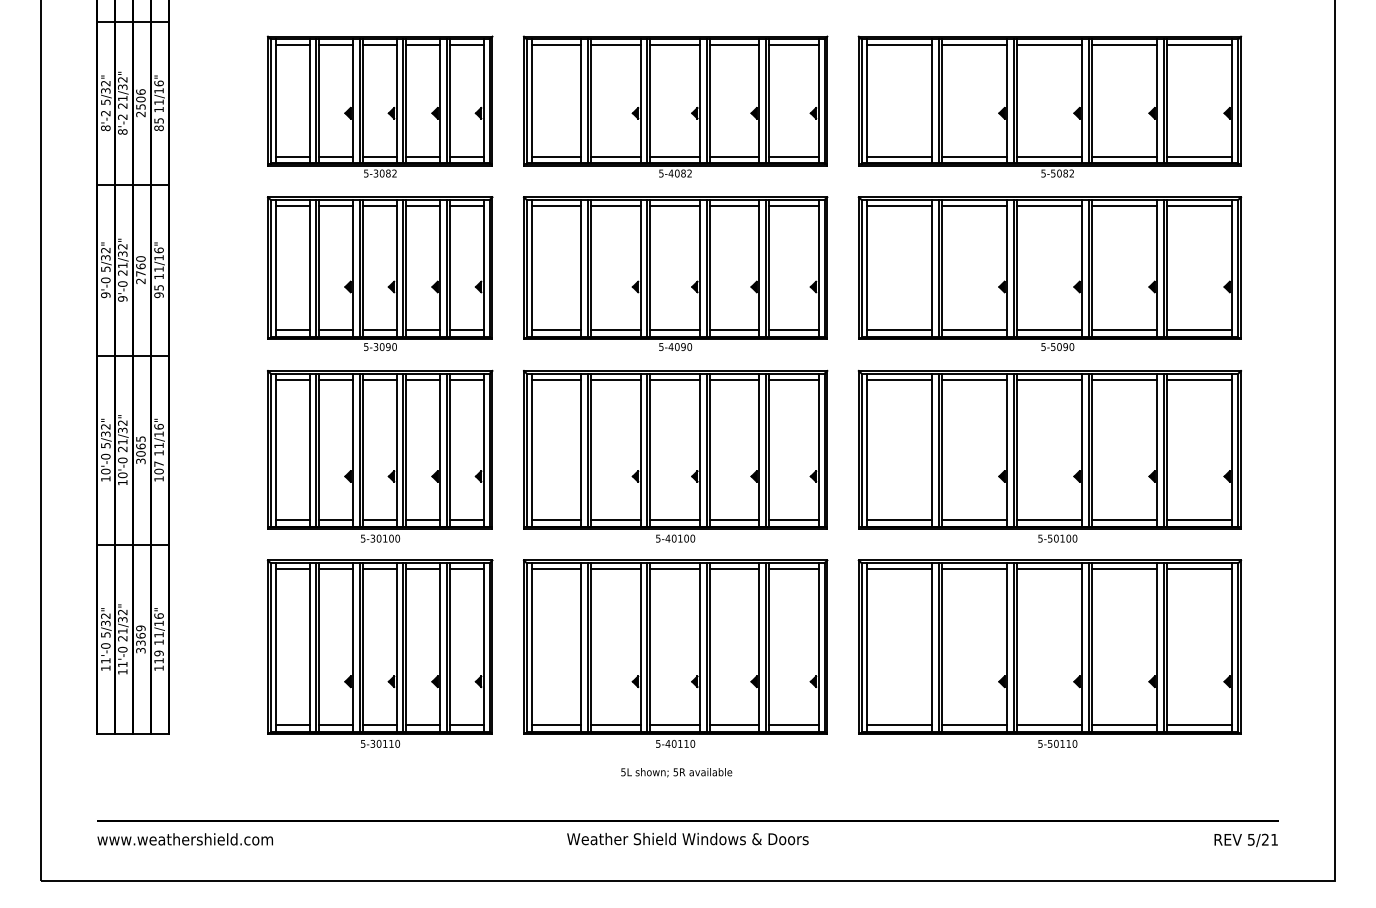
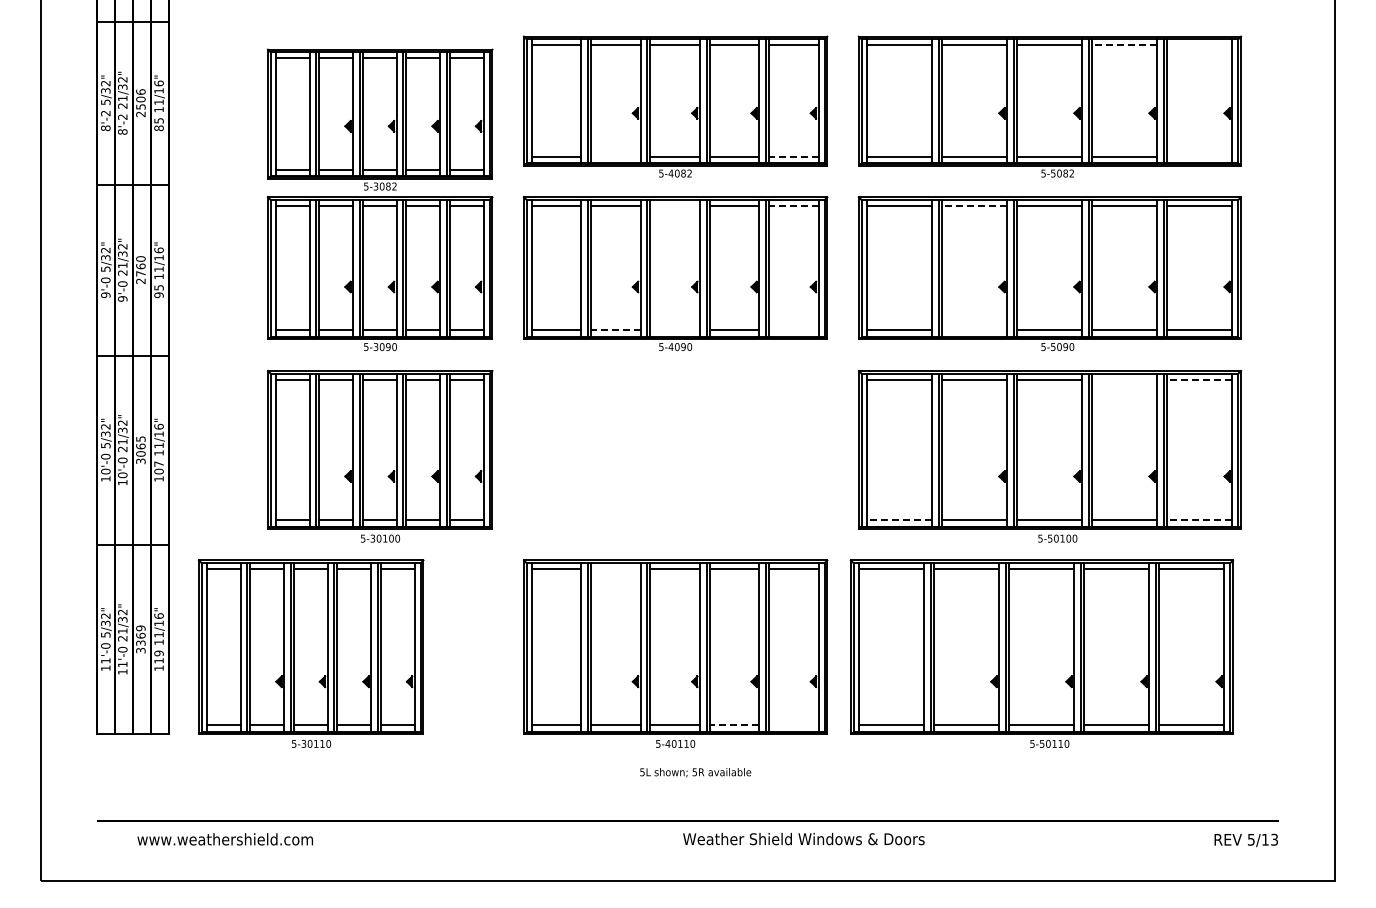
line at (1124, 45): solid -> dashed
line at (1199, 45): present -> none
part at (379, 106) position: (379, 106) -> (379, 119)
line at (615, 156): present -> none
line at (793, 156): solid -> dashed
line at (1199, 156): present -> none
line at (674, 205): present -> none
line at (793, 205): solid -> dashed
line at (974, 205): solid -> dashed
line at (615, 330): solid -> dashed
line at (674, 330): present -> none
line at (793, 330): present -> none
line at (974, 330): present -> none
line at (1124, 379): present -> none
line at (1199, 379): solid -> dashed
part at (675, 455): present -> none
line at (899, 519): solid -> dashed
line at (1199, 519): solid -> dashed
line at (615, 569): present -> none
part at (379, 653) position: (379, 653) -> (310, 653)
part at (1049, 653) position: (1049, 653) -> (1041, 653)
line at (734, 725): solid -> dashed
line at (793, 725): present -> none
text at (676, 772) position: (676, 772) -> (695, 772)
text at (687, 838) position: (687, 838) -> (803, 838)
text at (184, 839) position: (184, 839) -> (224, 839)
text at (1269, 839): 5/21 -> 5/13
